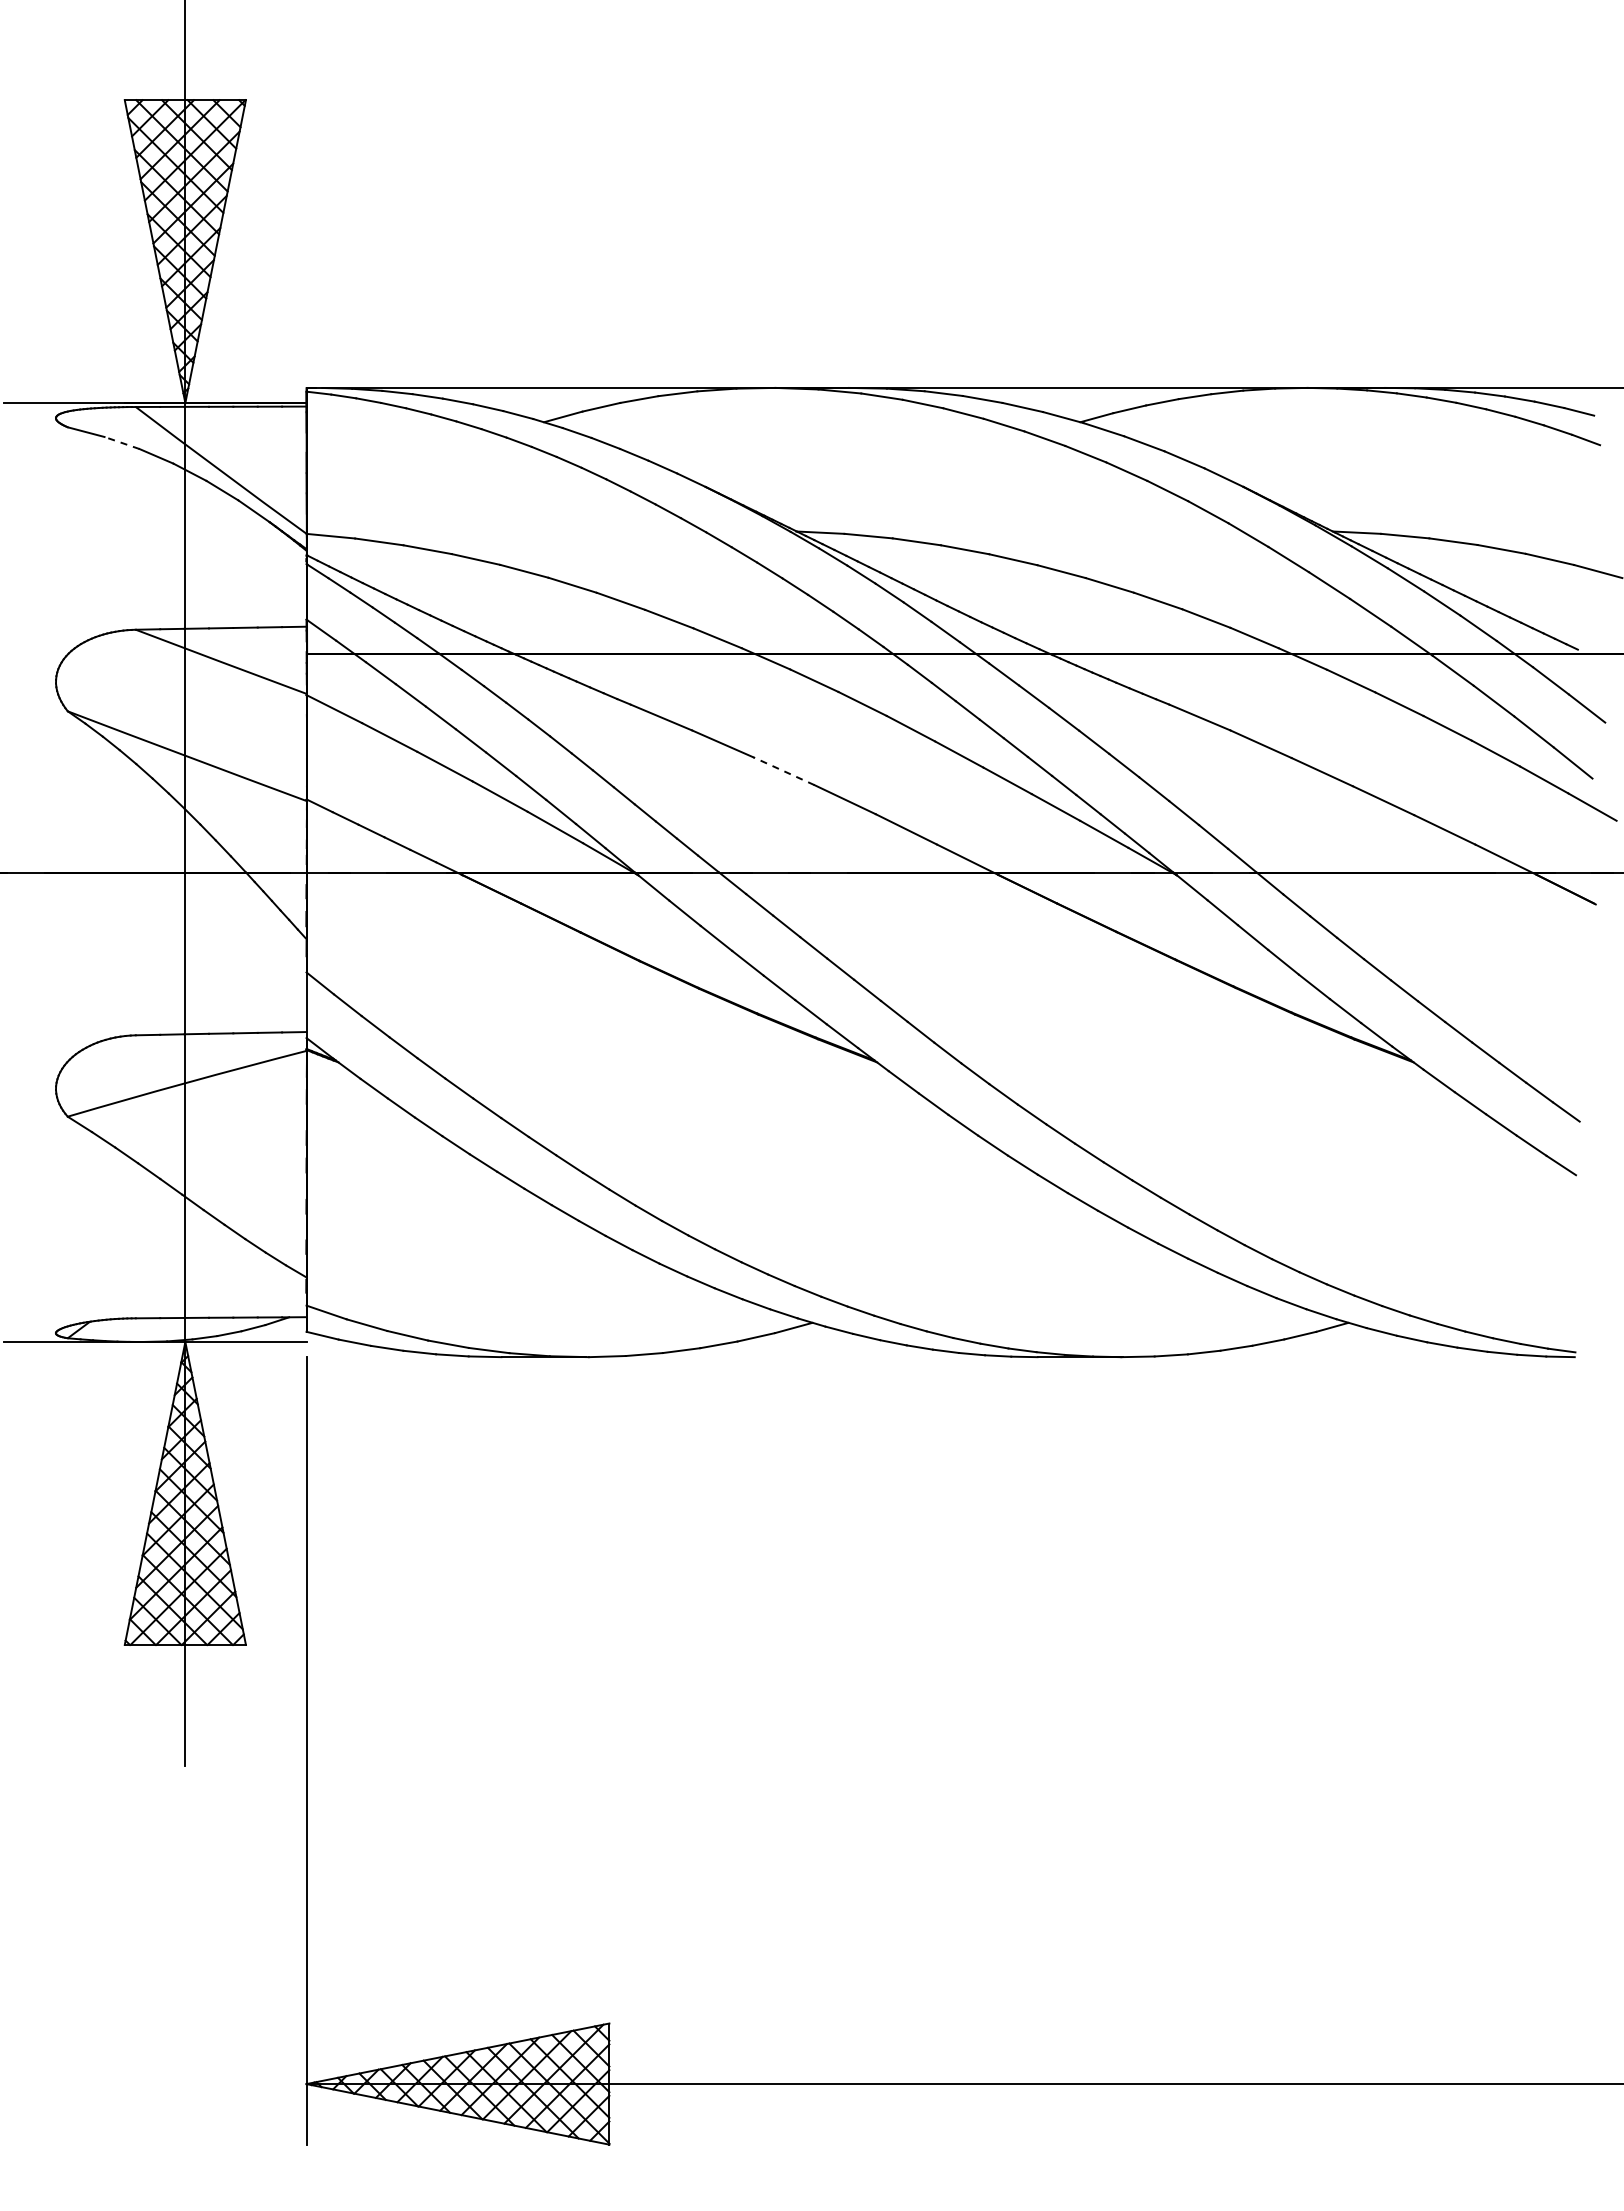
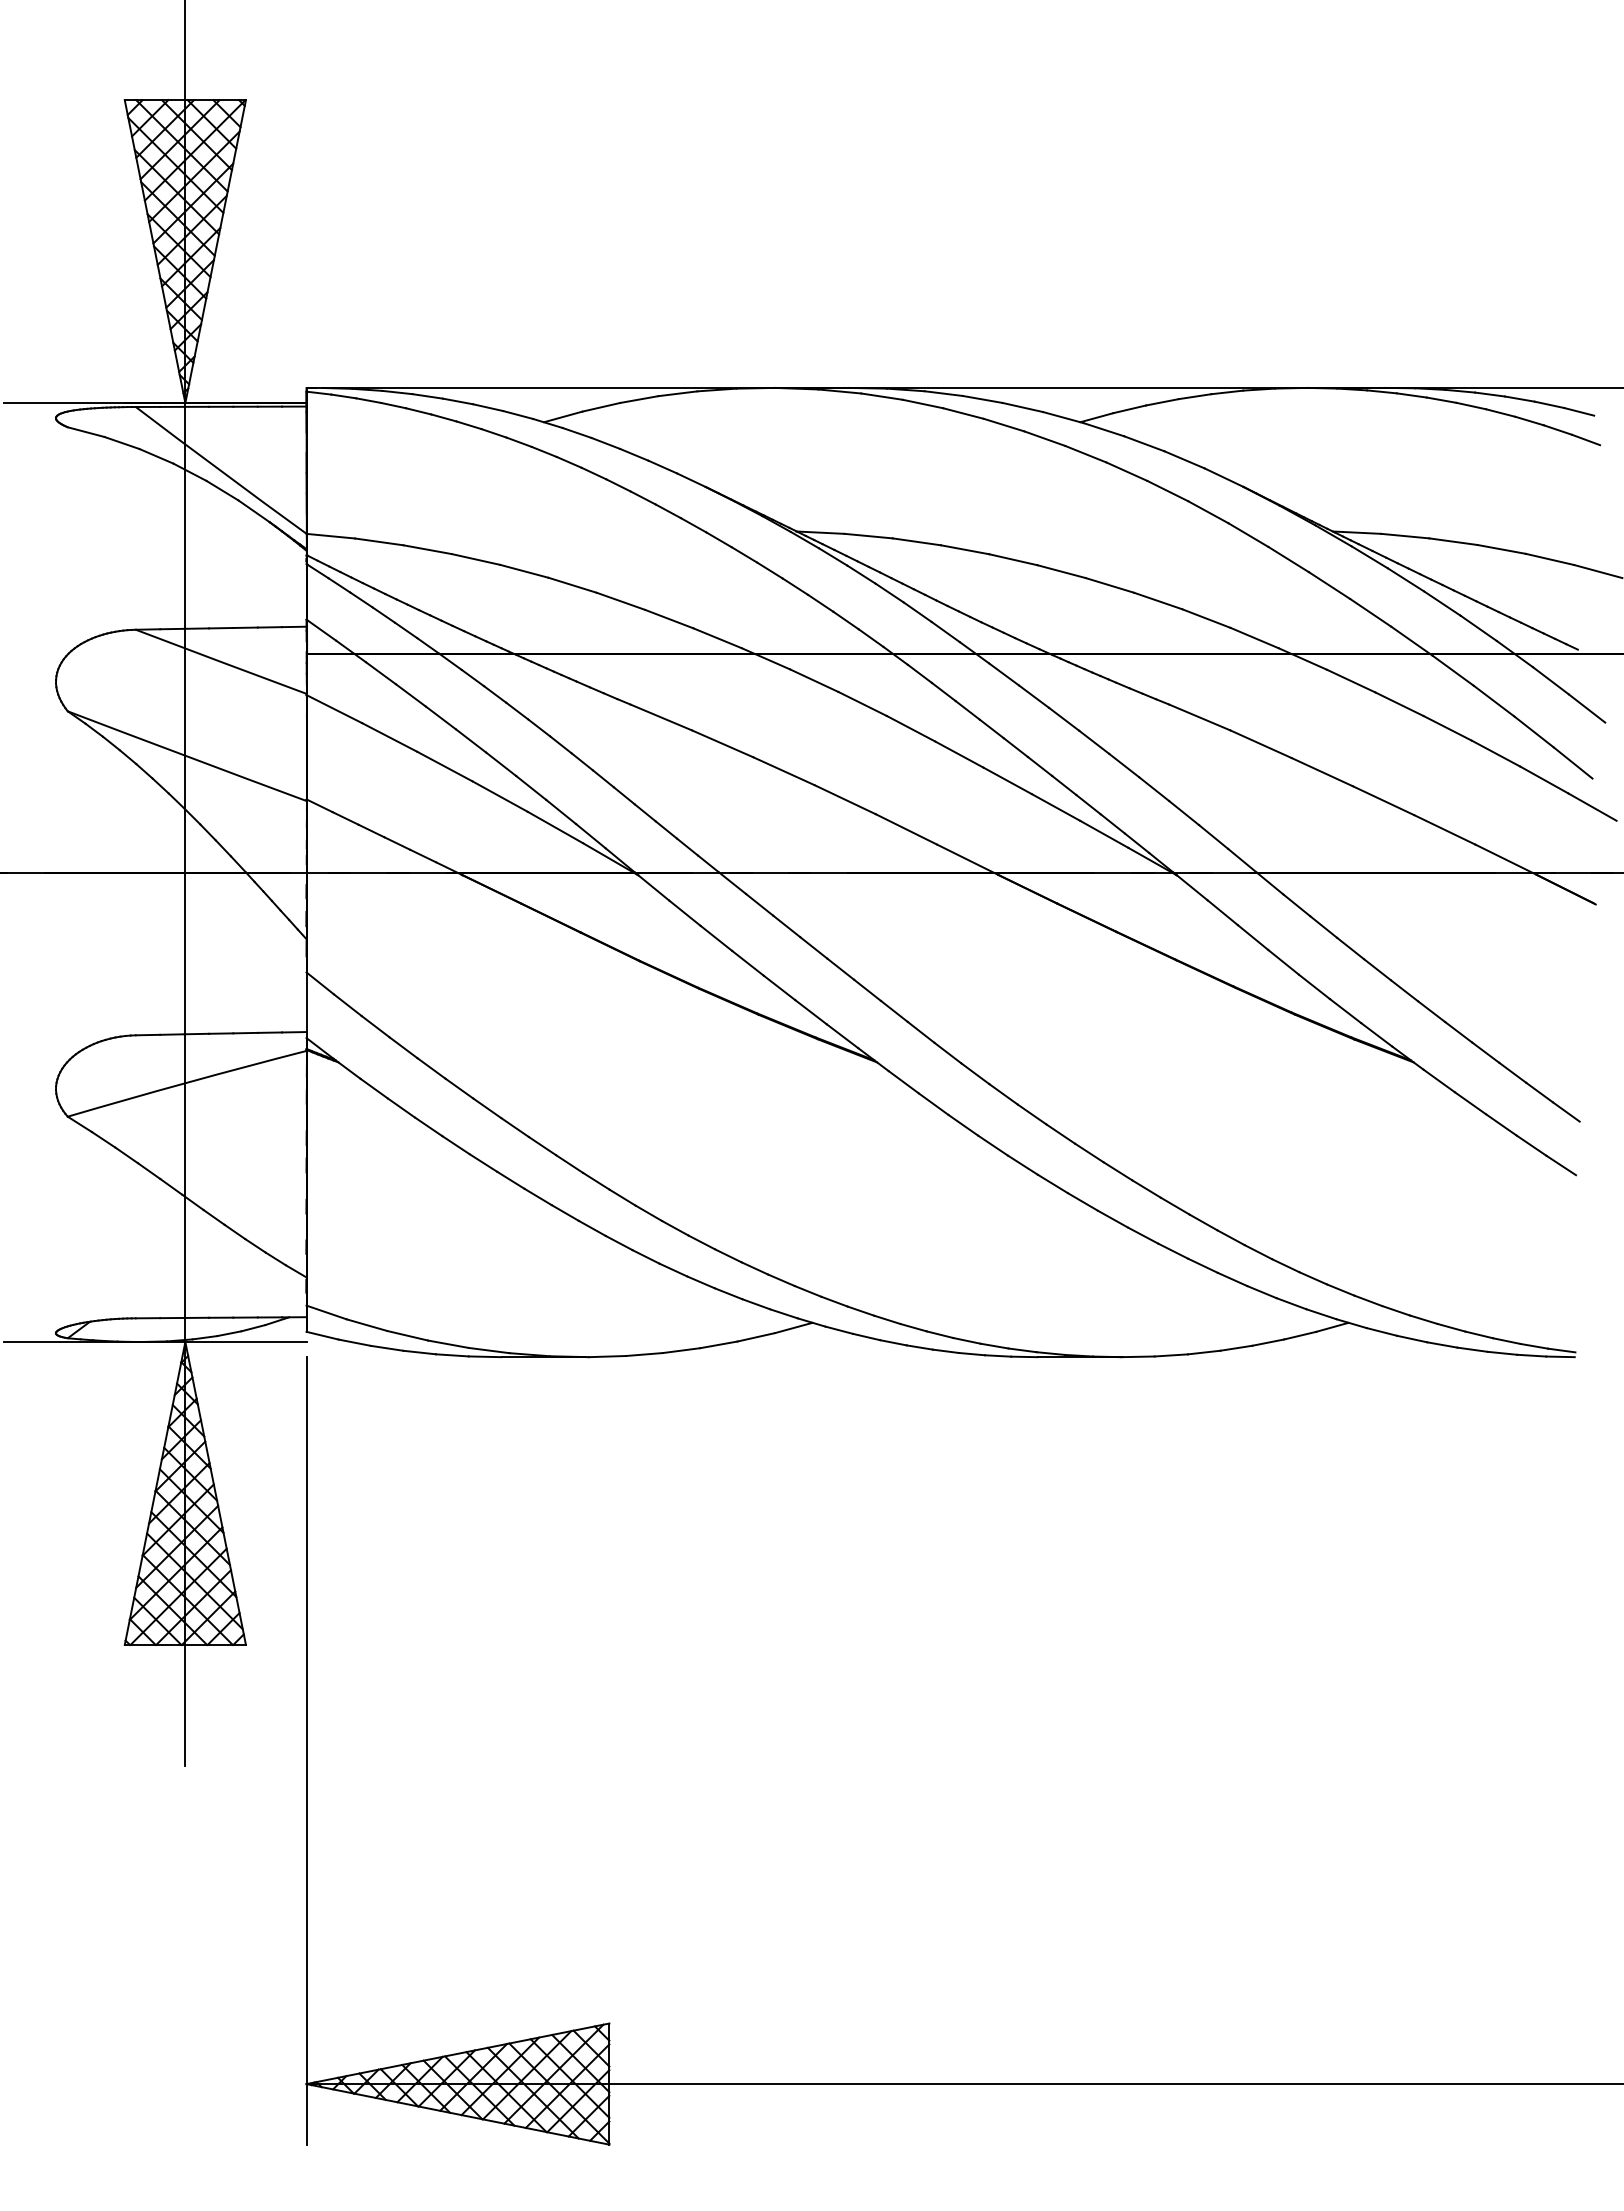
line at (122, 443): dashed -> solid
line at (783, 771): dashed -> solid
